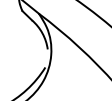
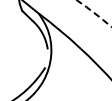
arc at (94, 12): solid -> dashed
